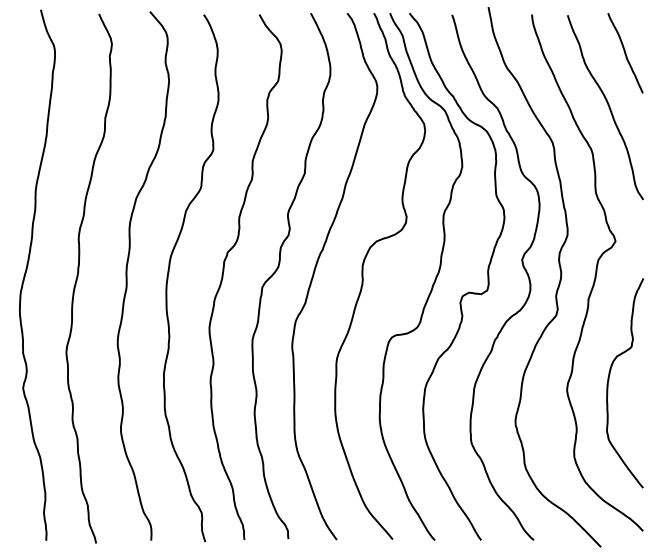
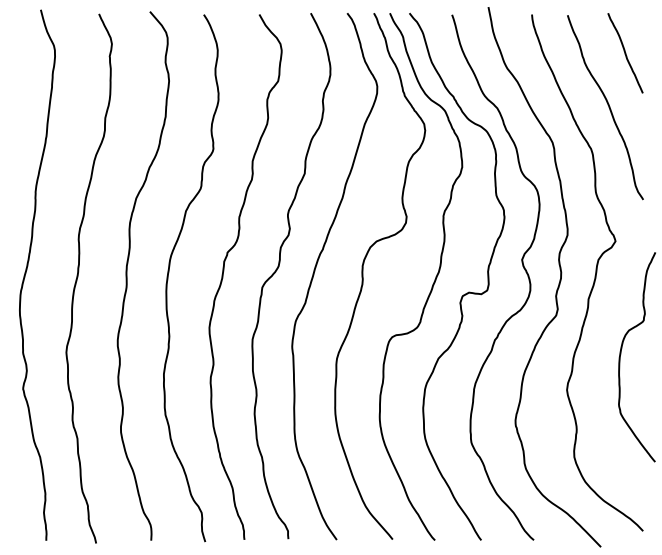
curve at (609, 380) position: (609, 380) -> (621, 354)
